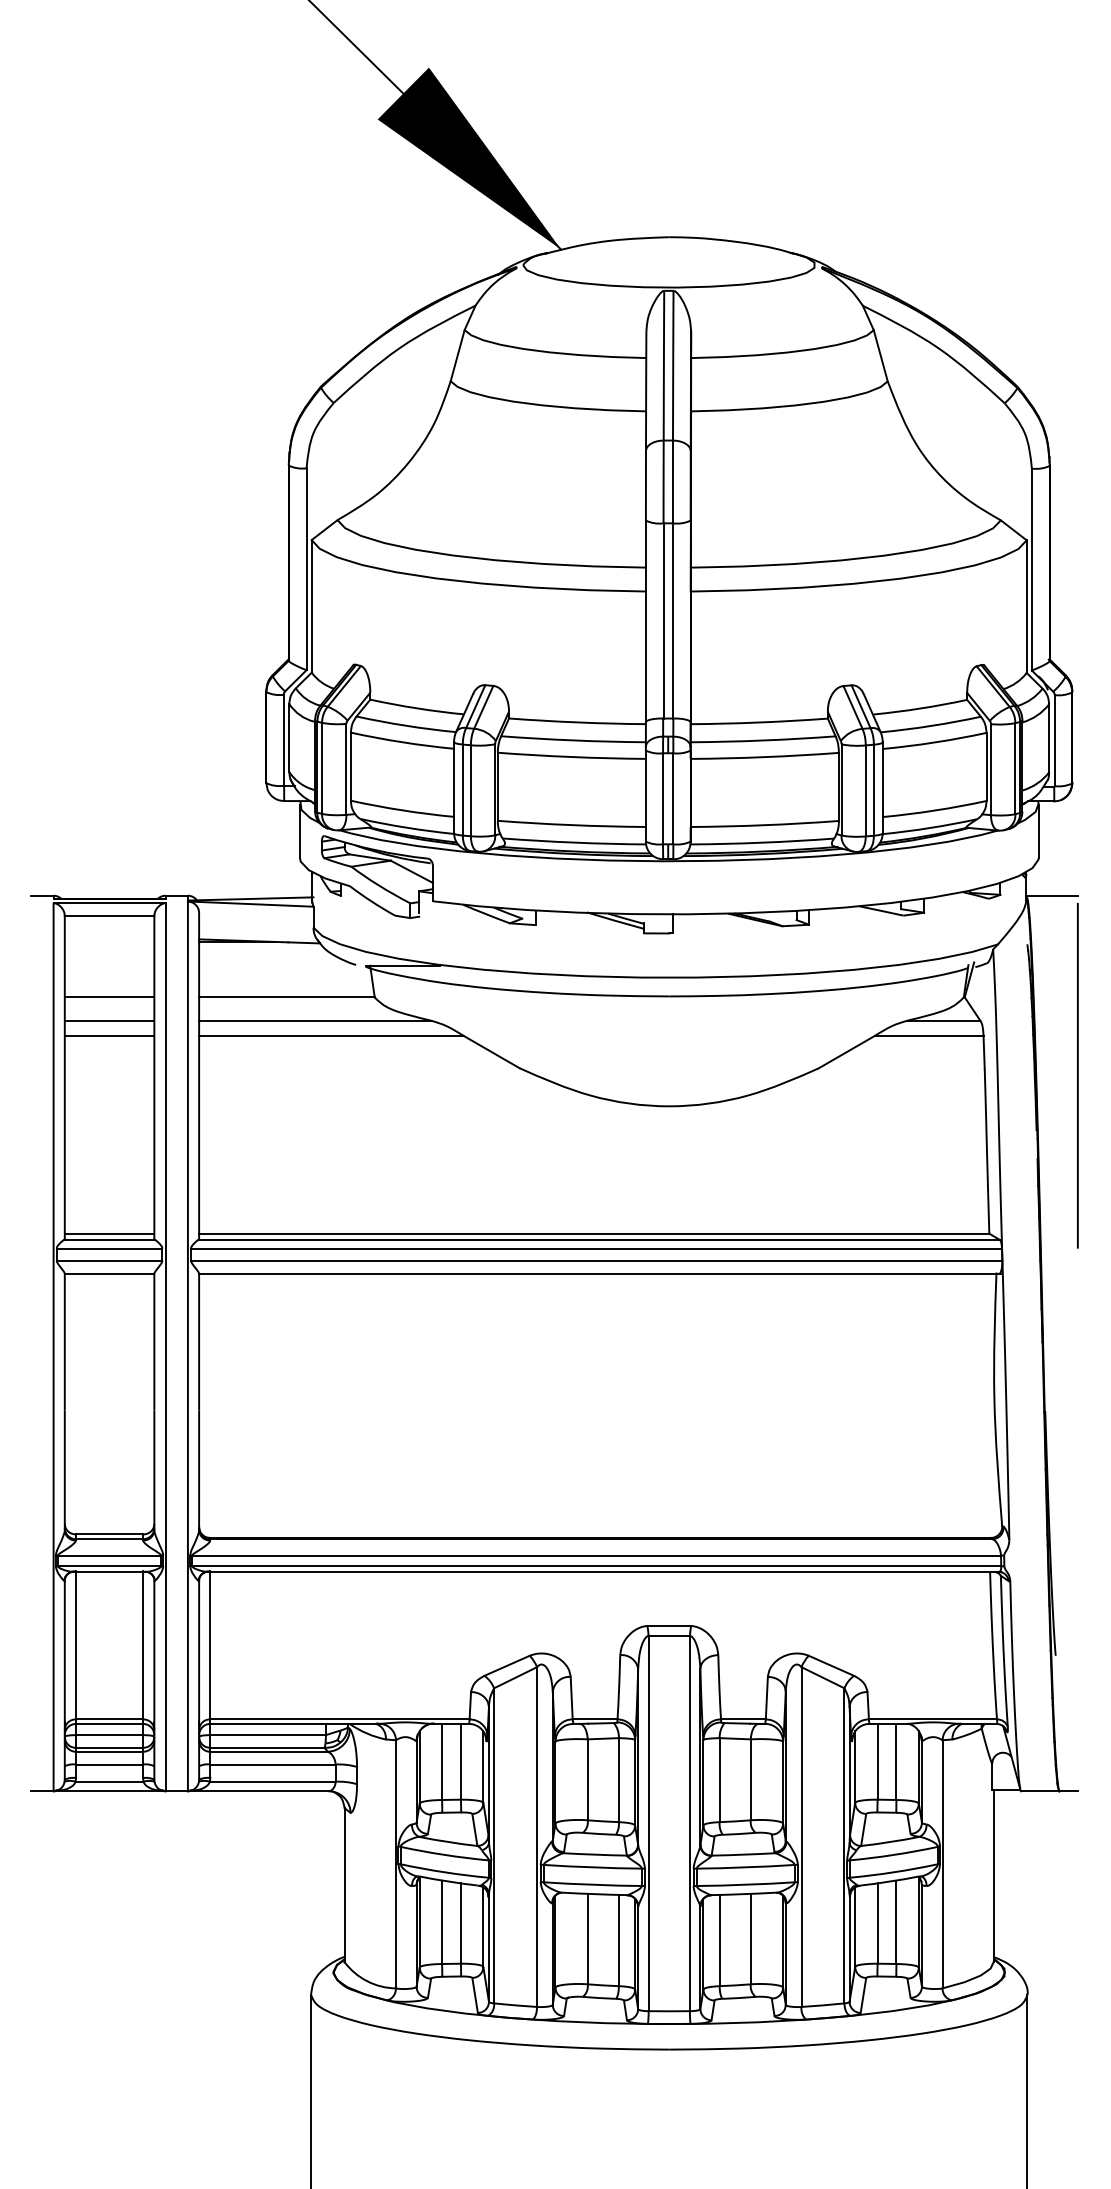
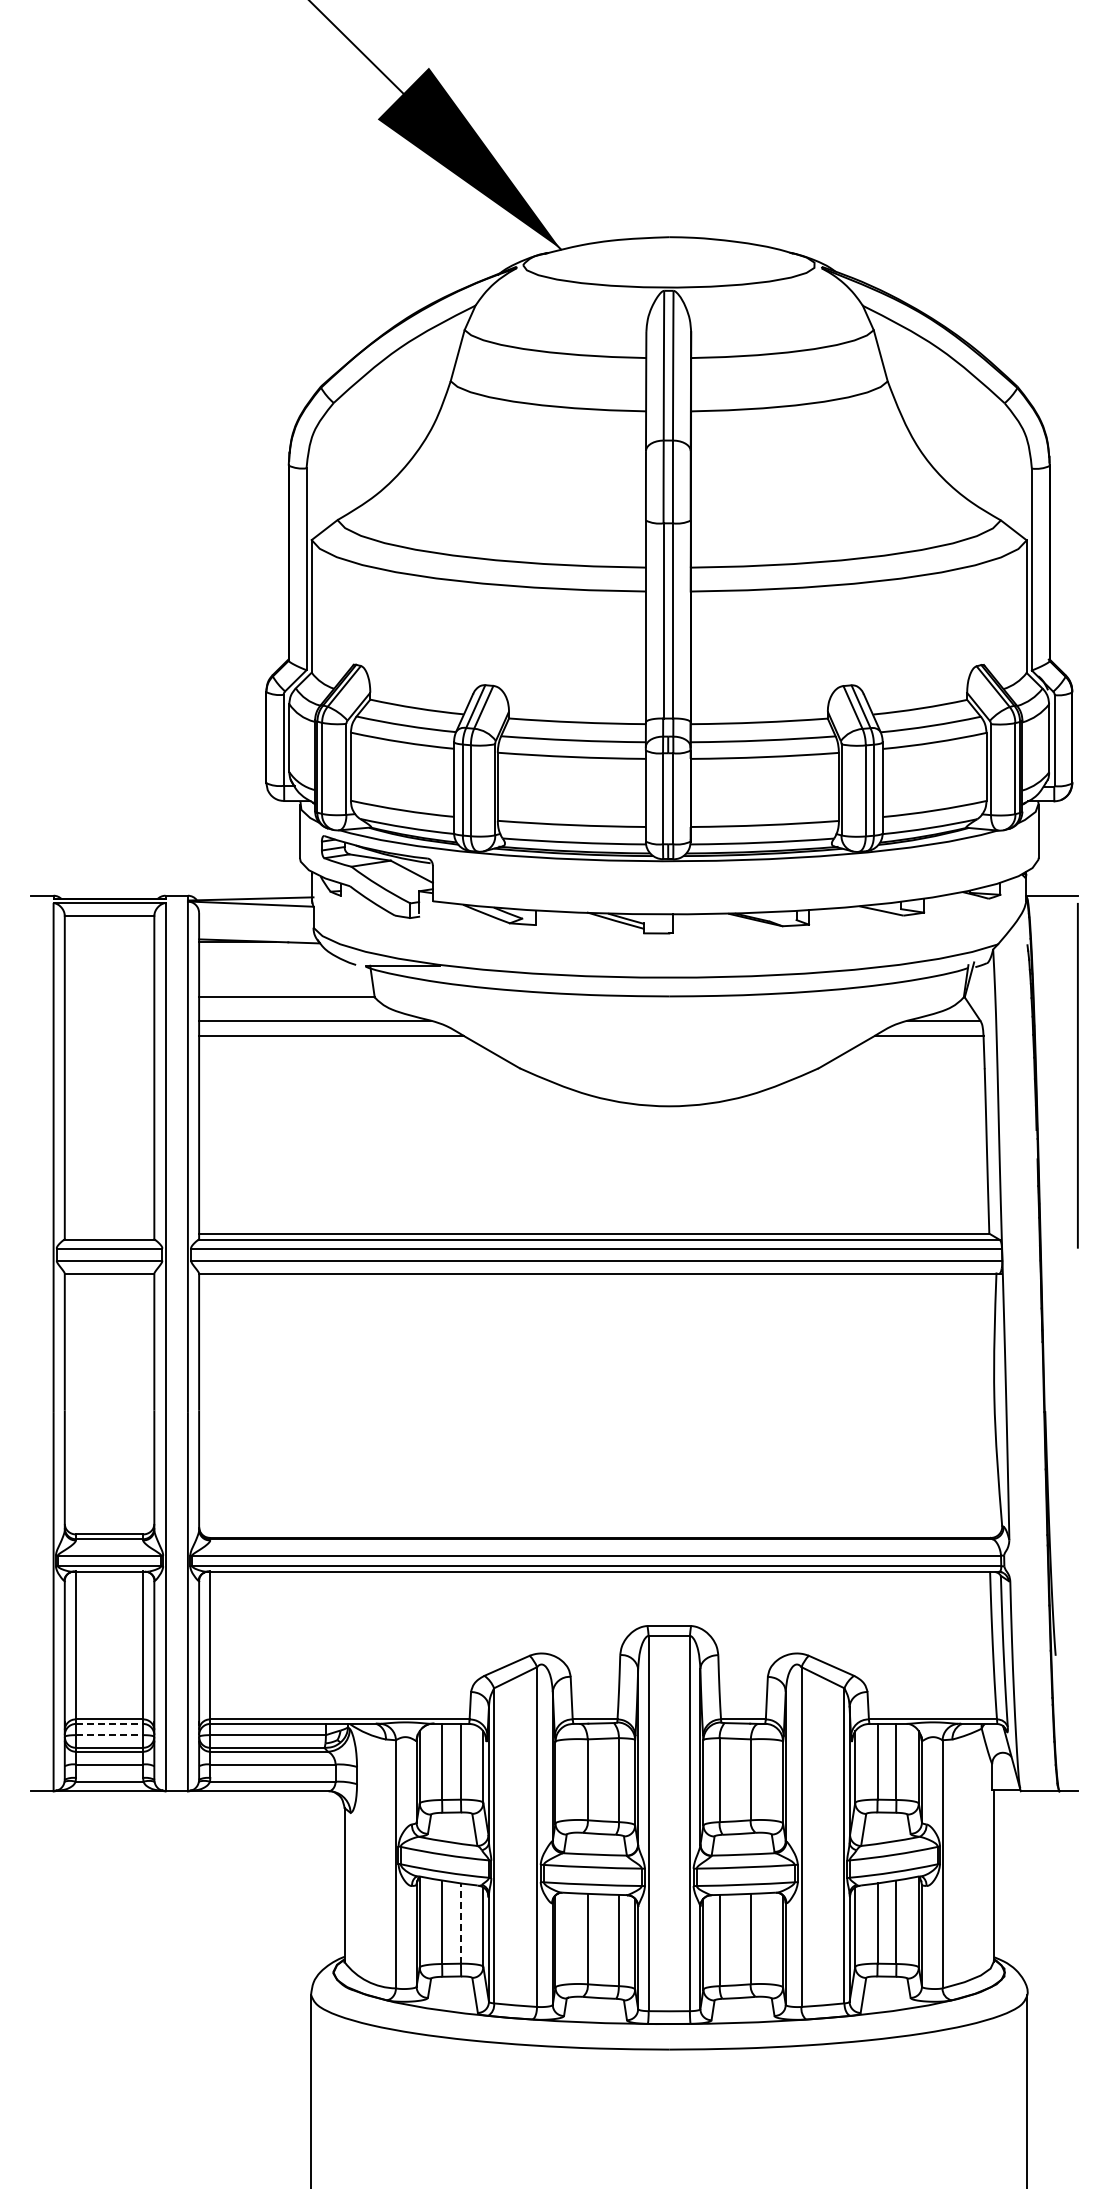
line at (109, 997): present -> none
line at (109, 1020): present -> none
line at (109, 1035): present -> none
line at (109, 1233): present -> none
line at (109, 1723): solid -> dashed
line at (109, 1735): solid -> dashed
line at (460, 1923): solid -> dashed
